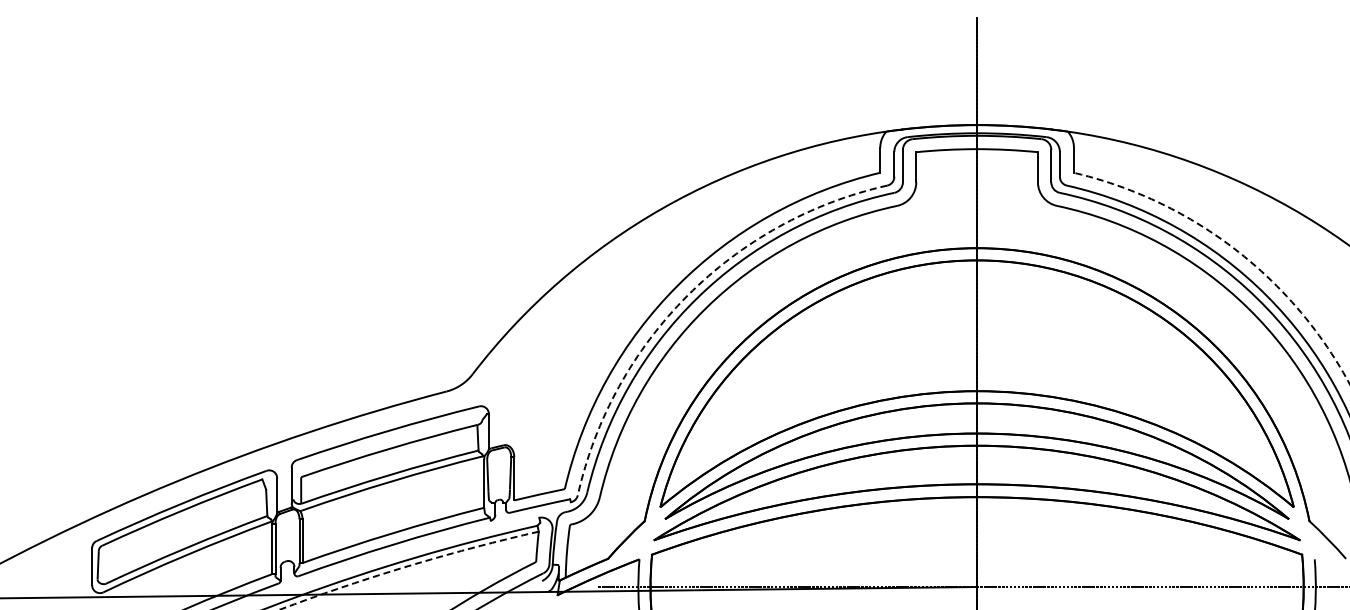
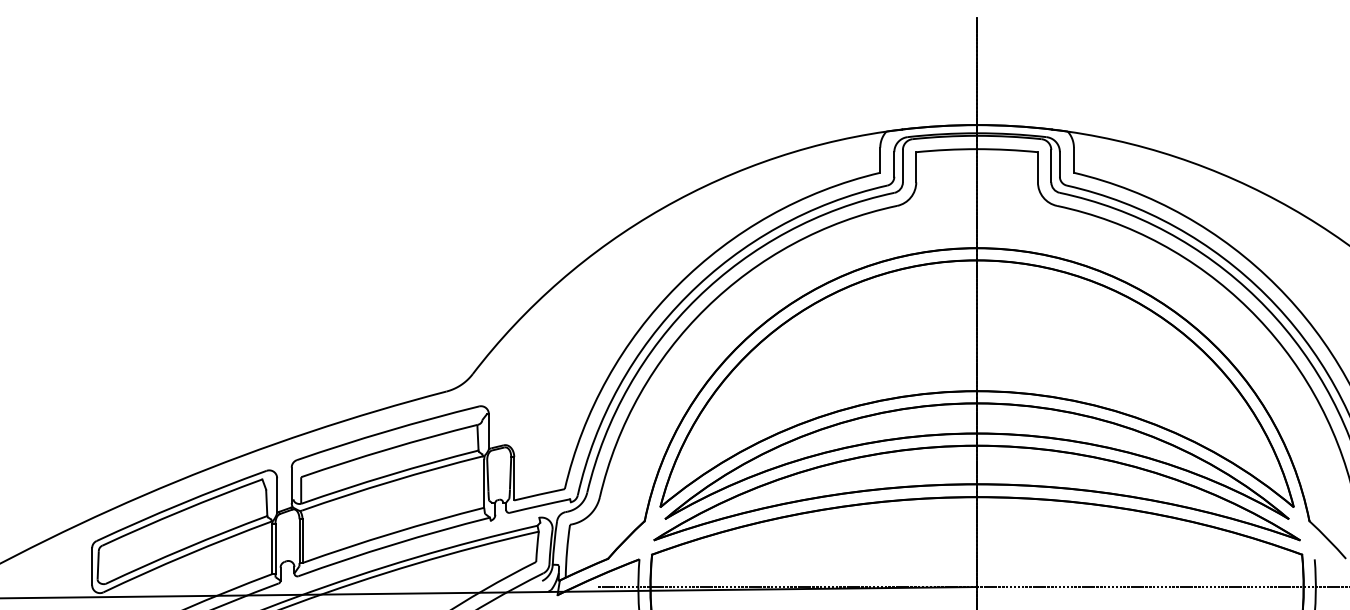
arc at (1234, 248): dashed -> solid
arc at (687, 295): dashed -> solid
arc at (407, 566): dashed -> solid
